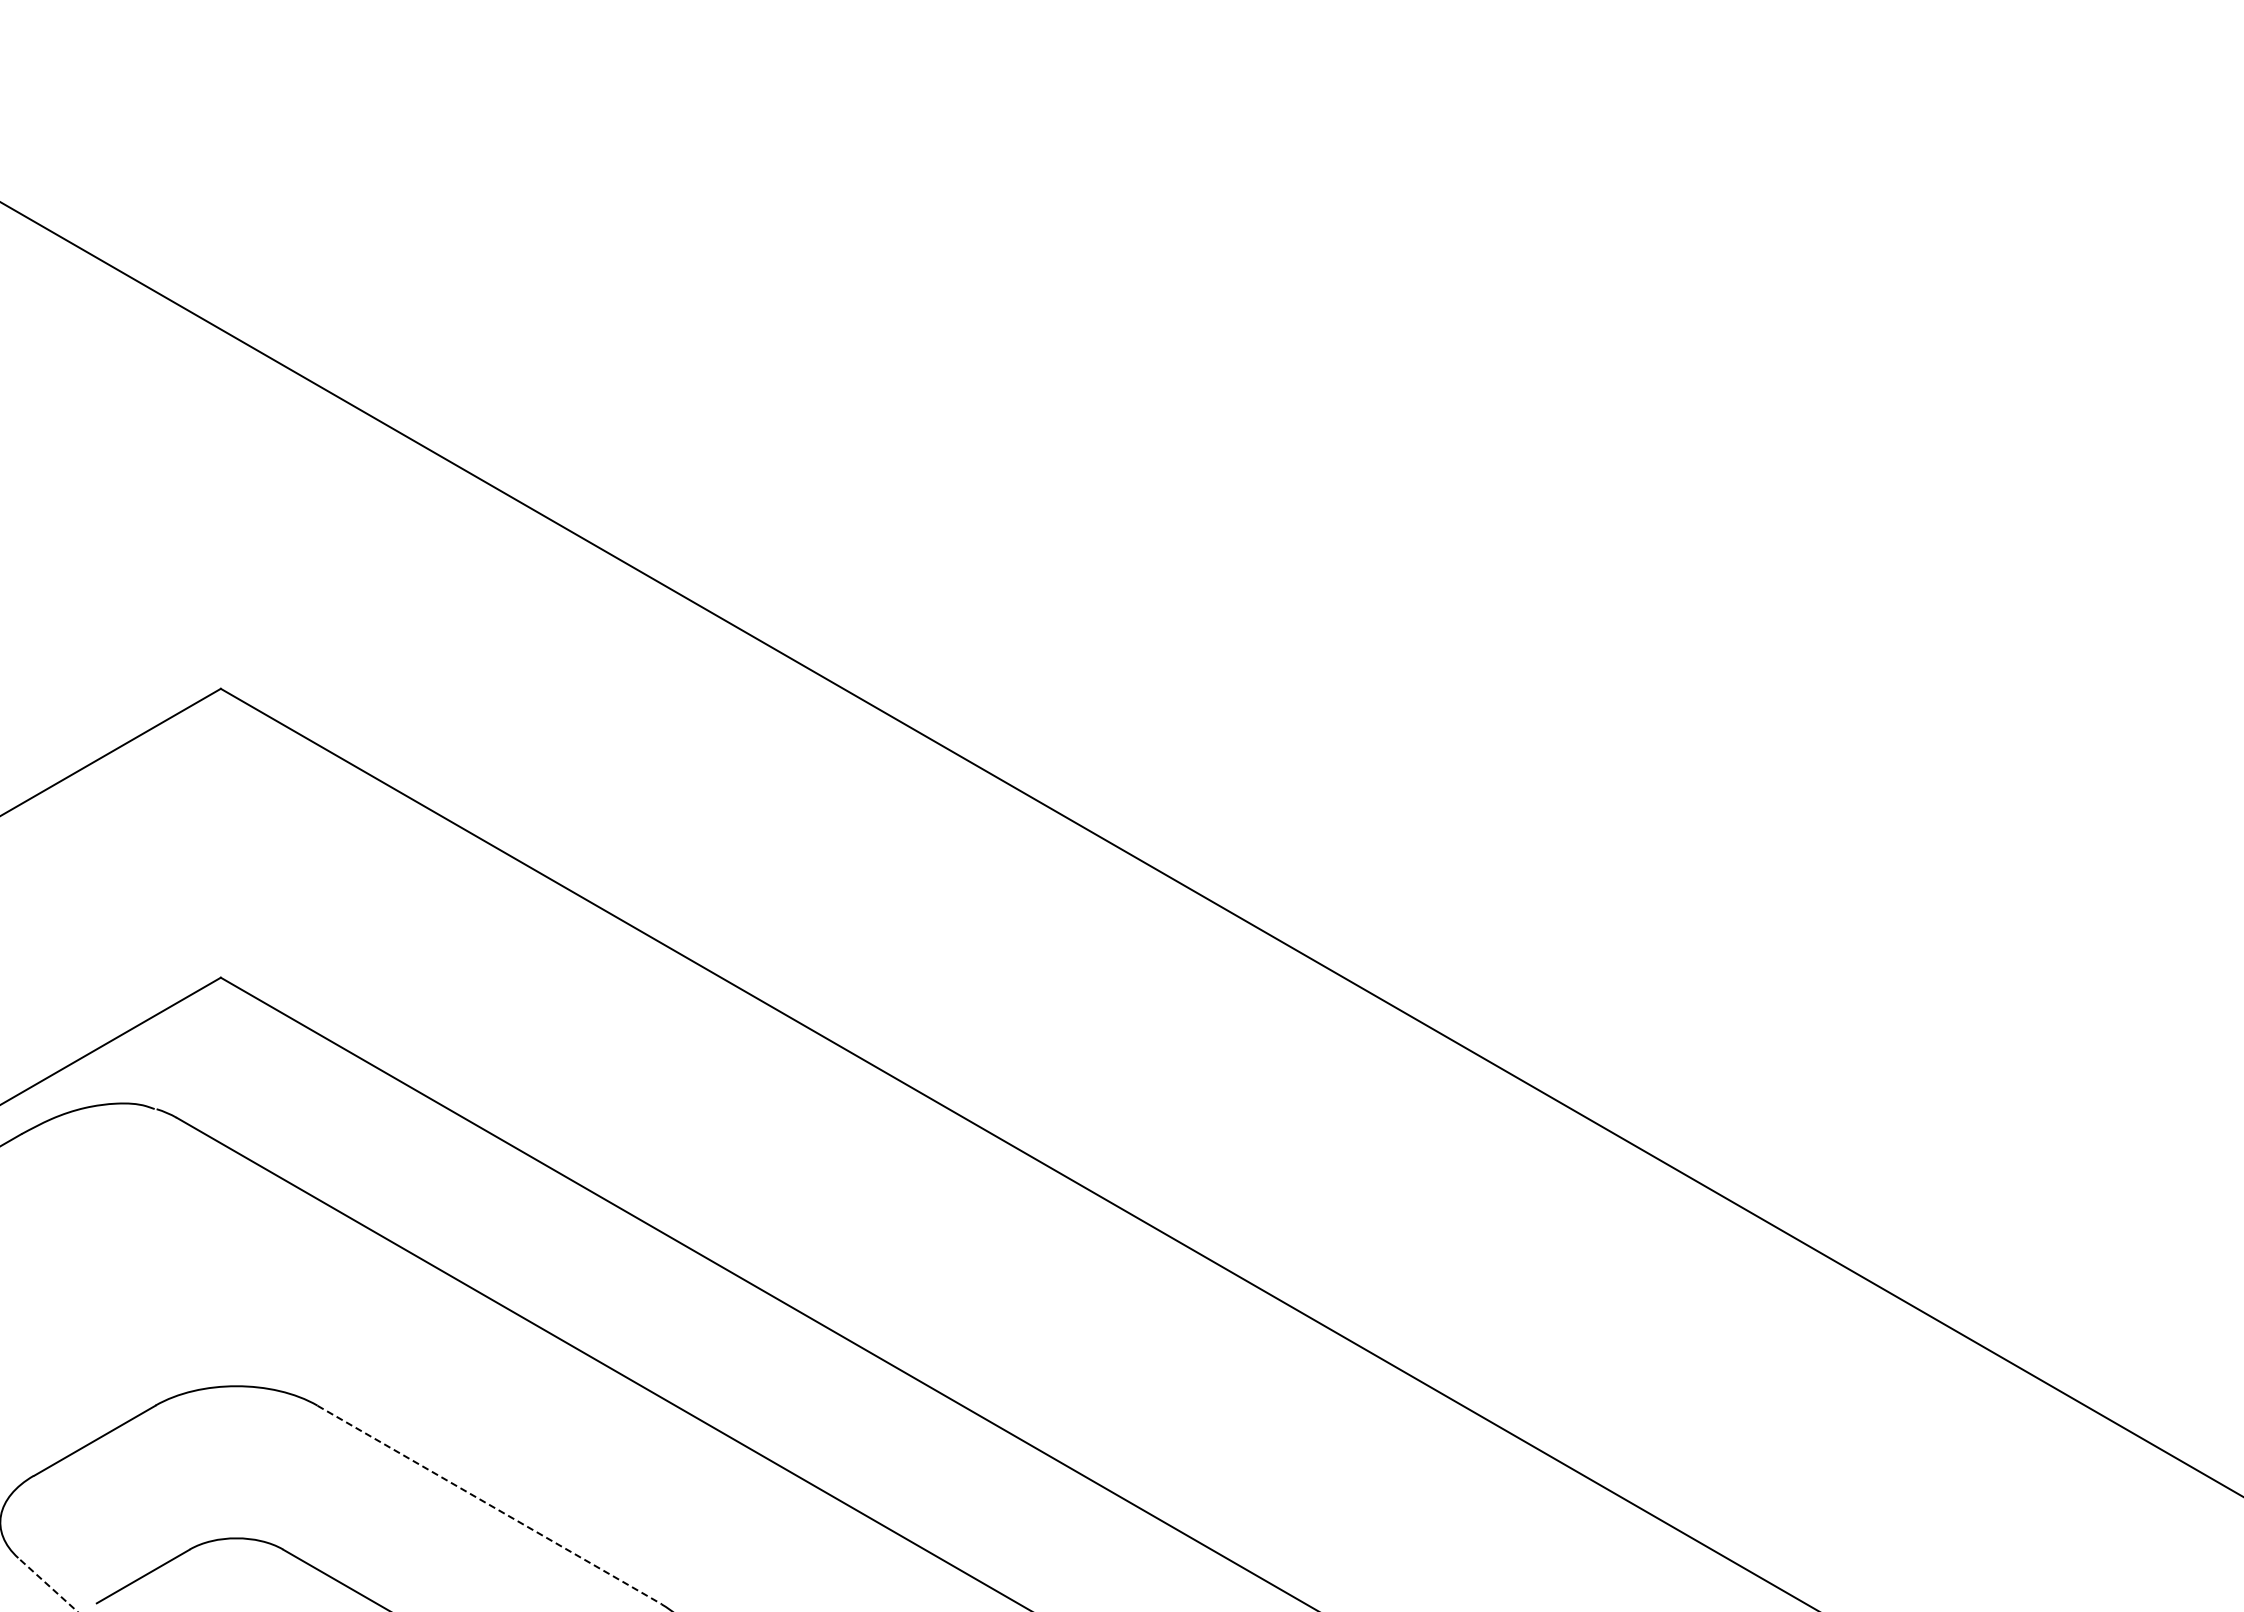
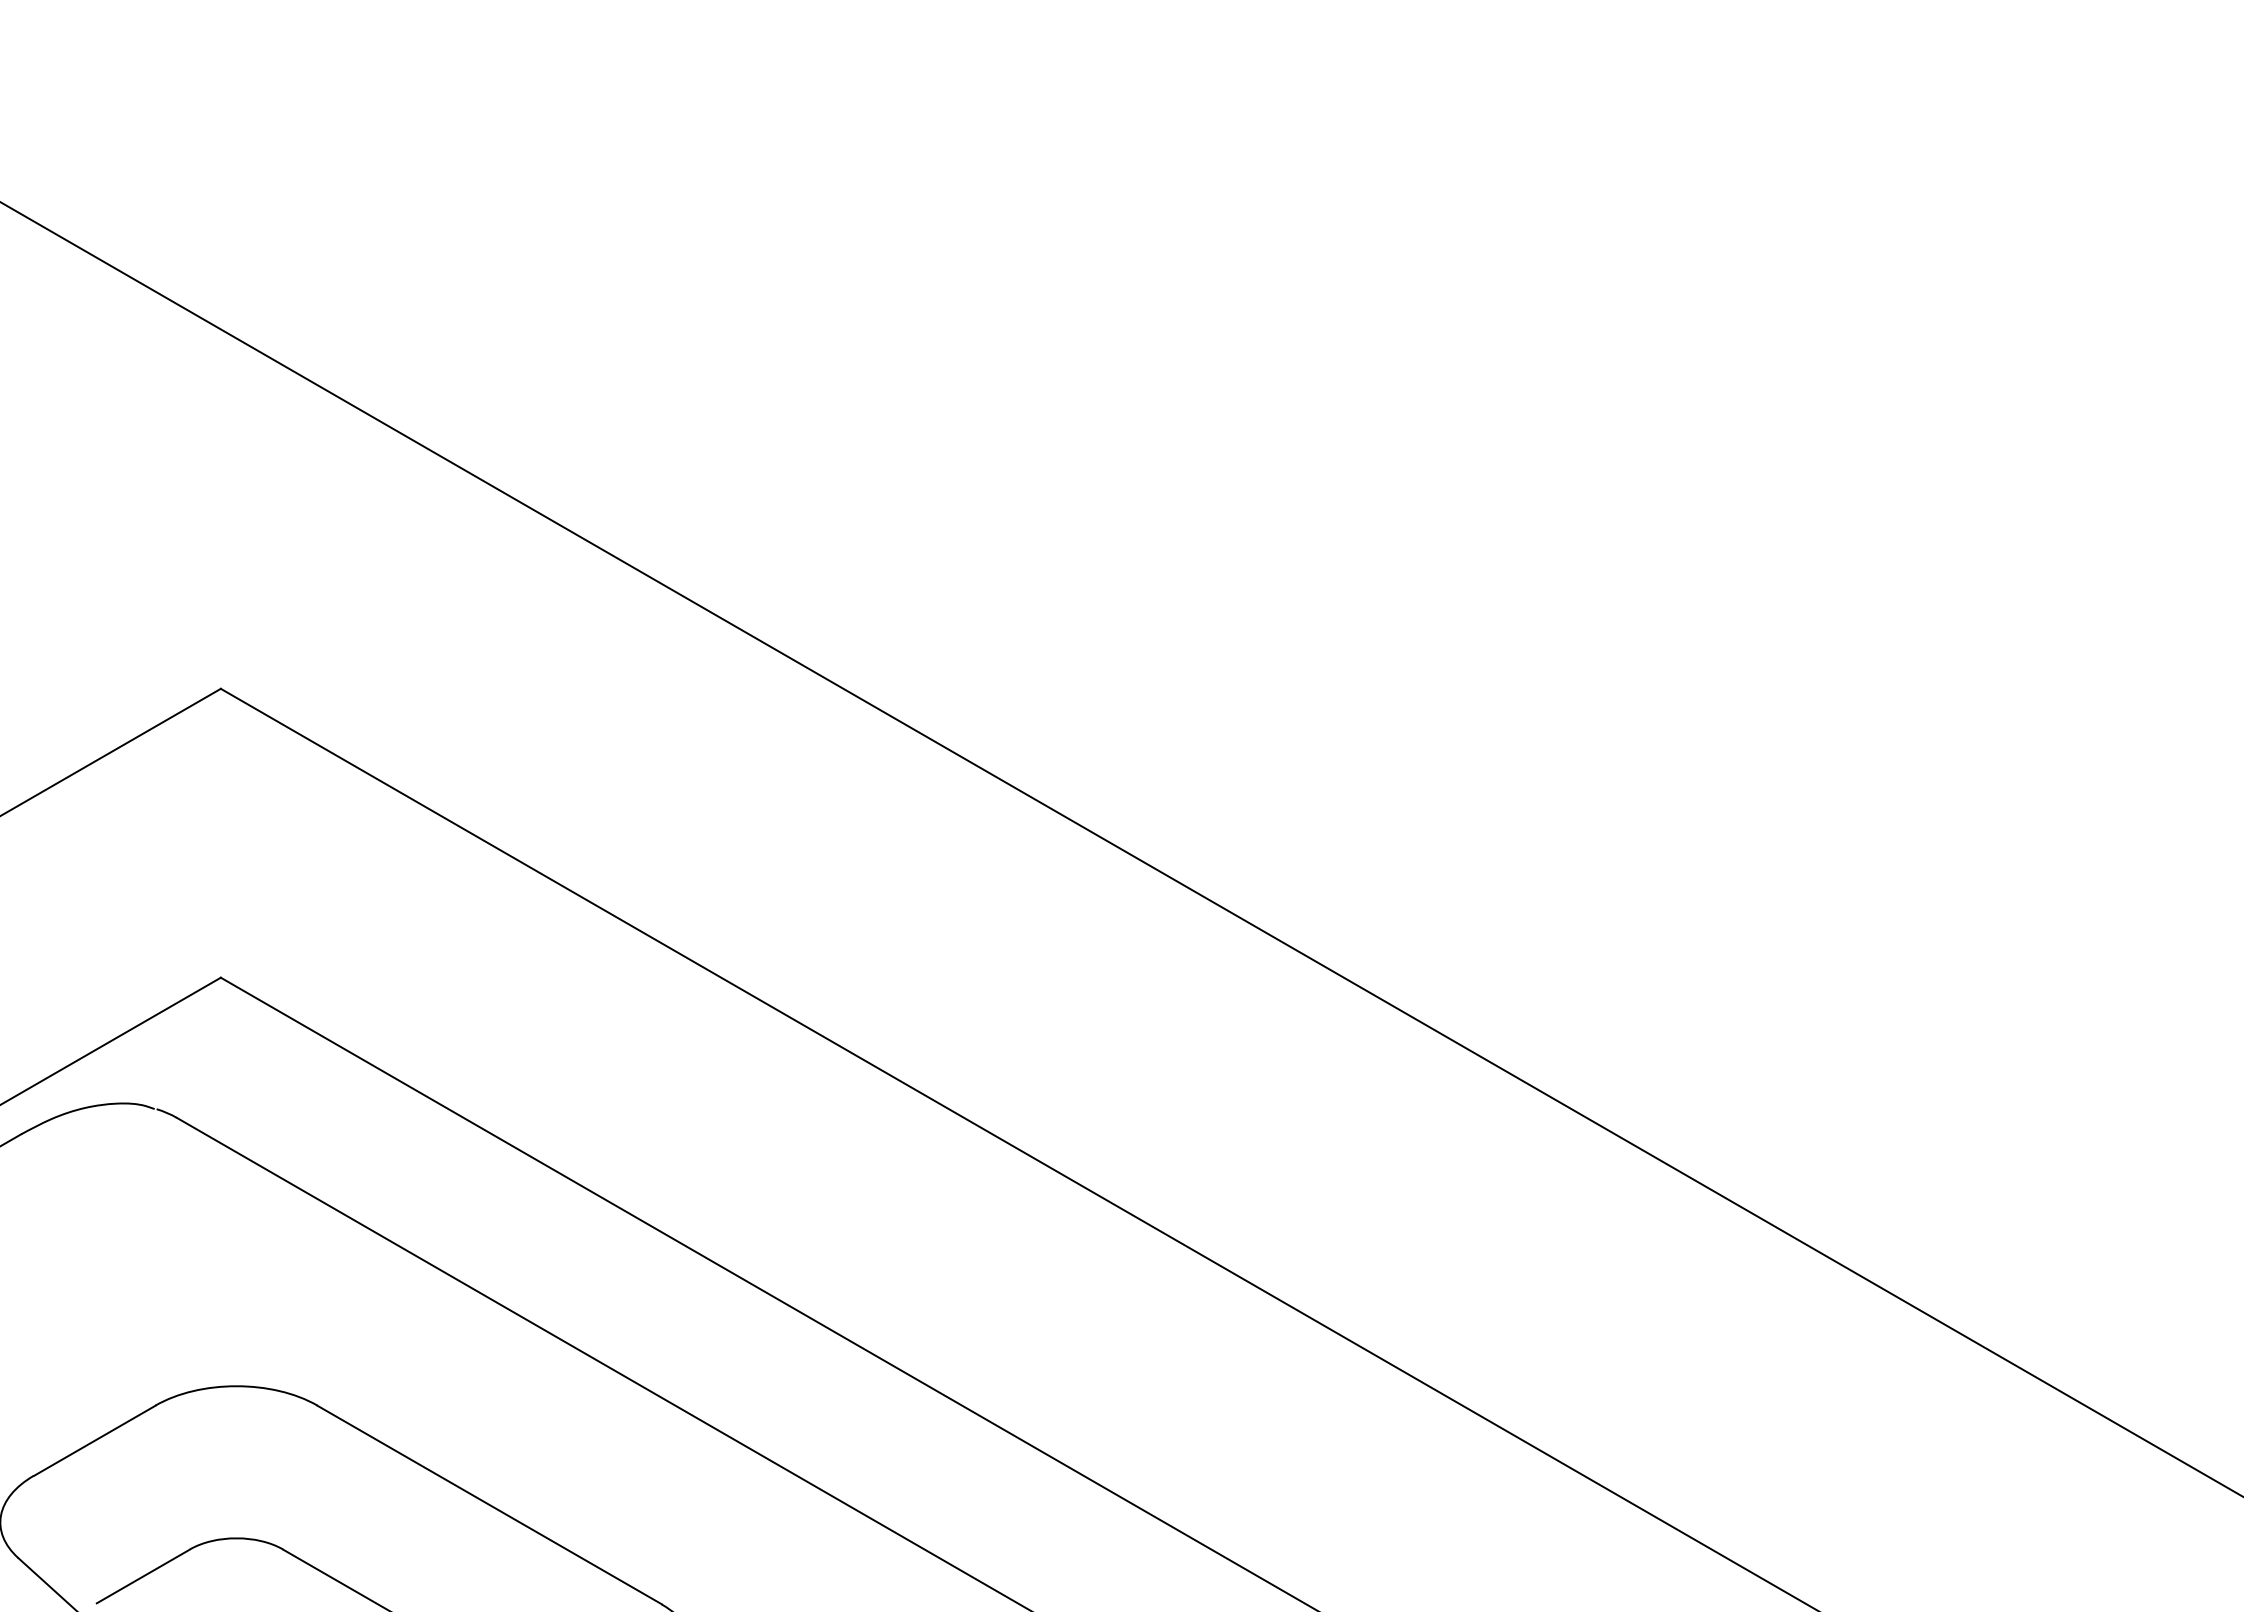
line at (489, 1505): dashed -> solid
line at (48, 1584): dashed -> solid
